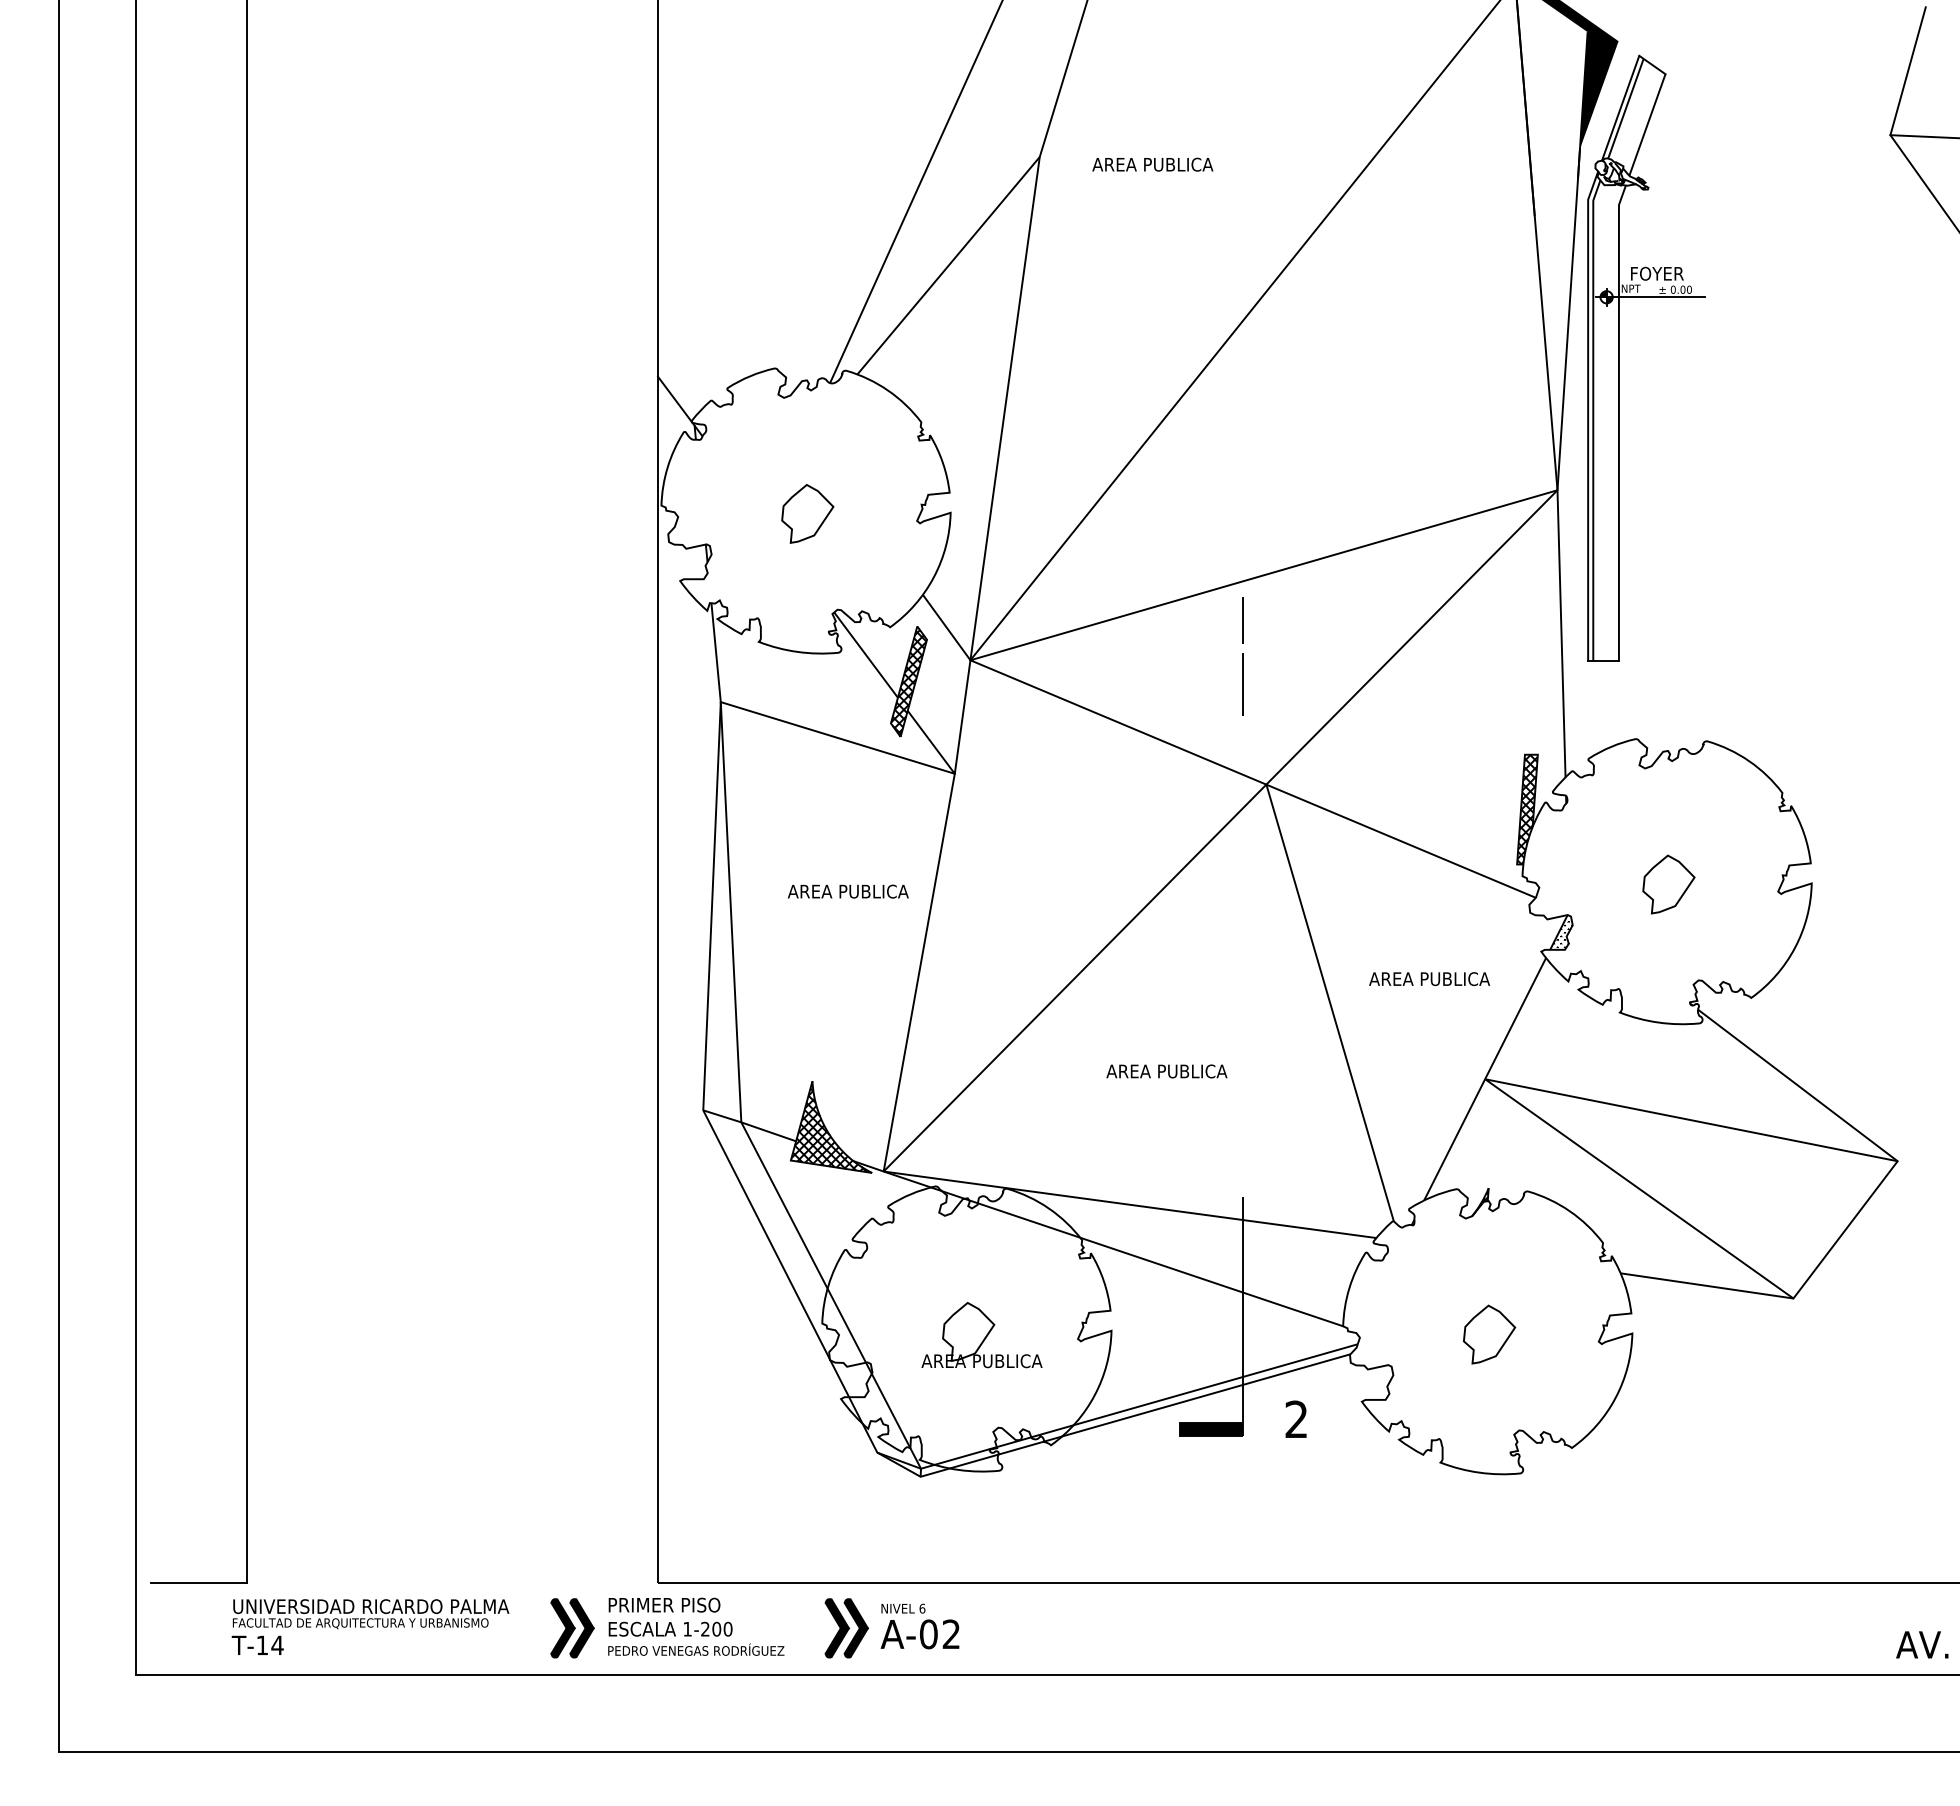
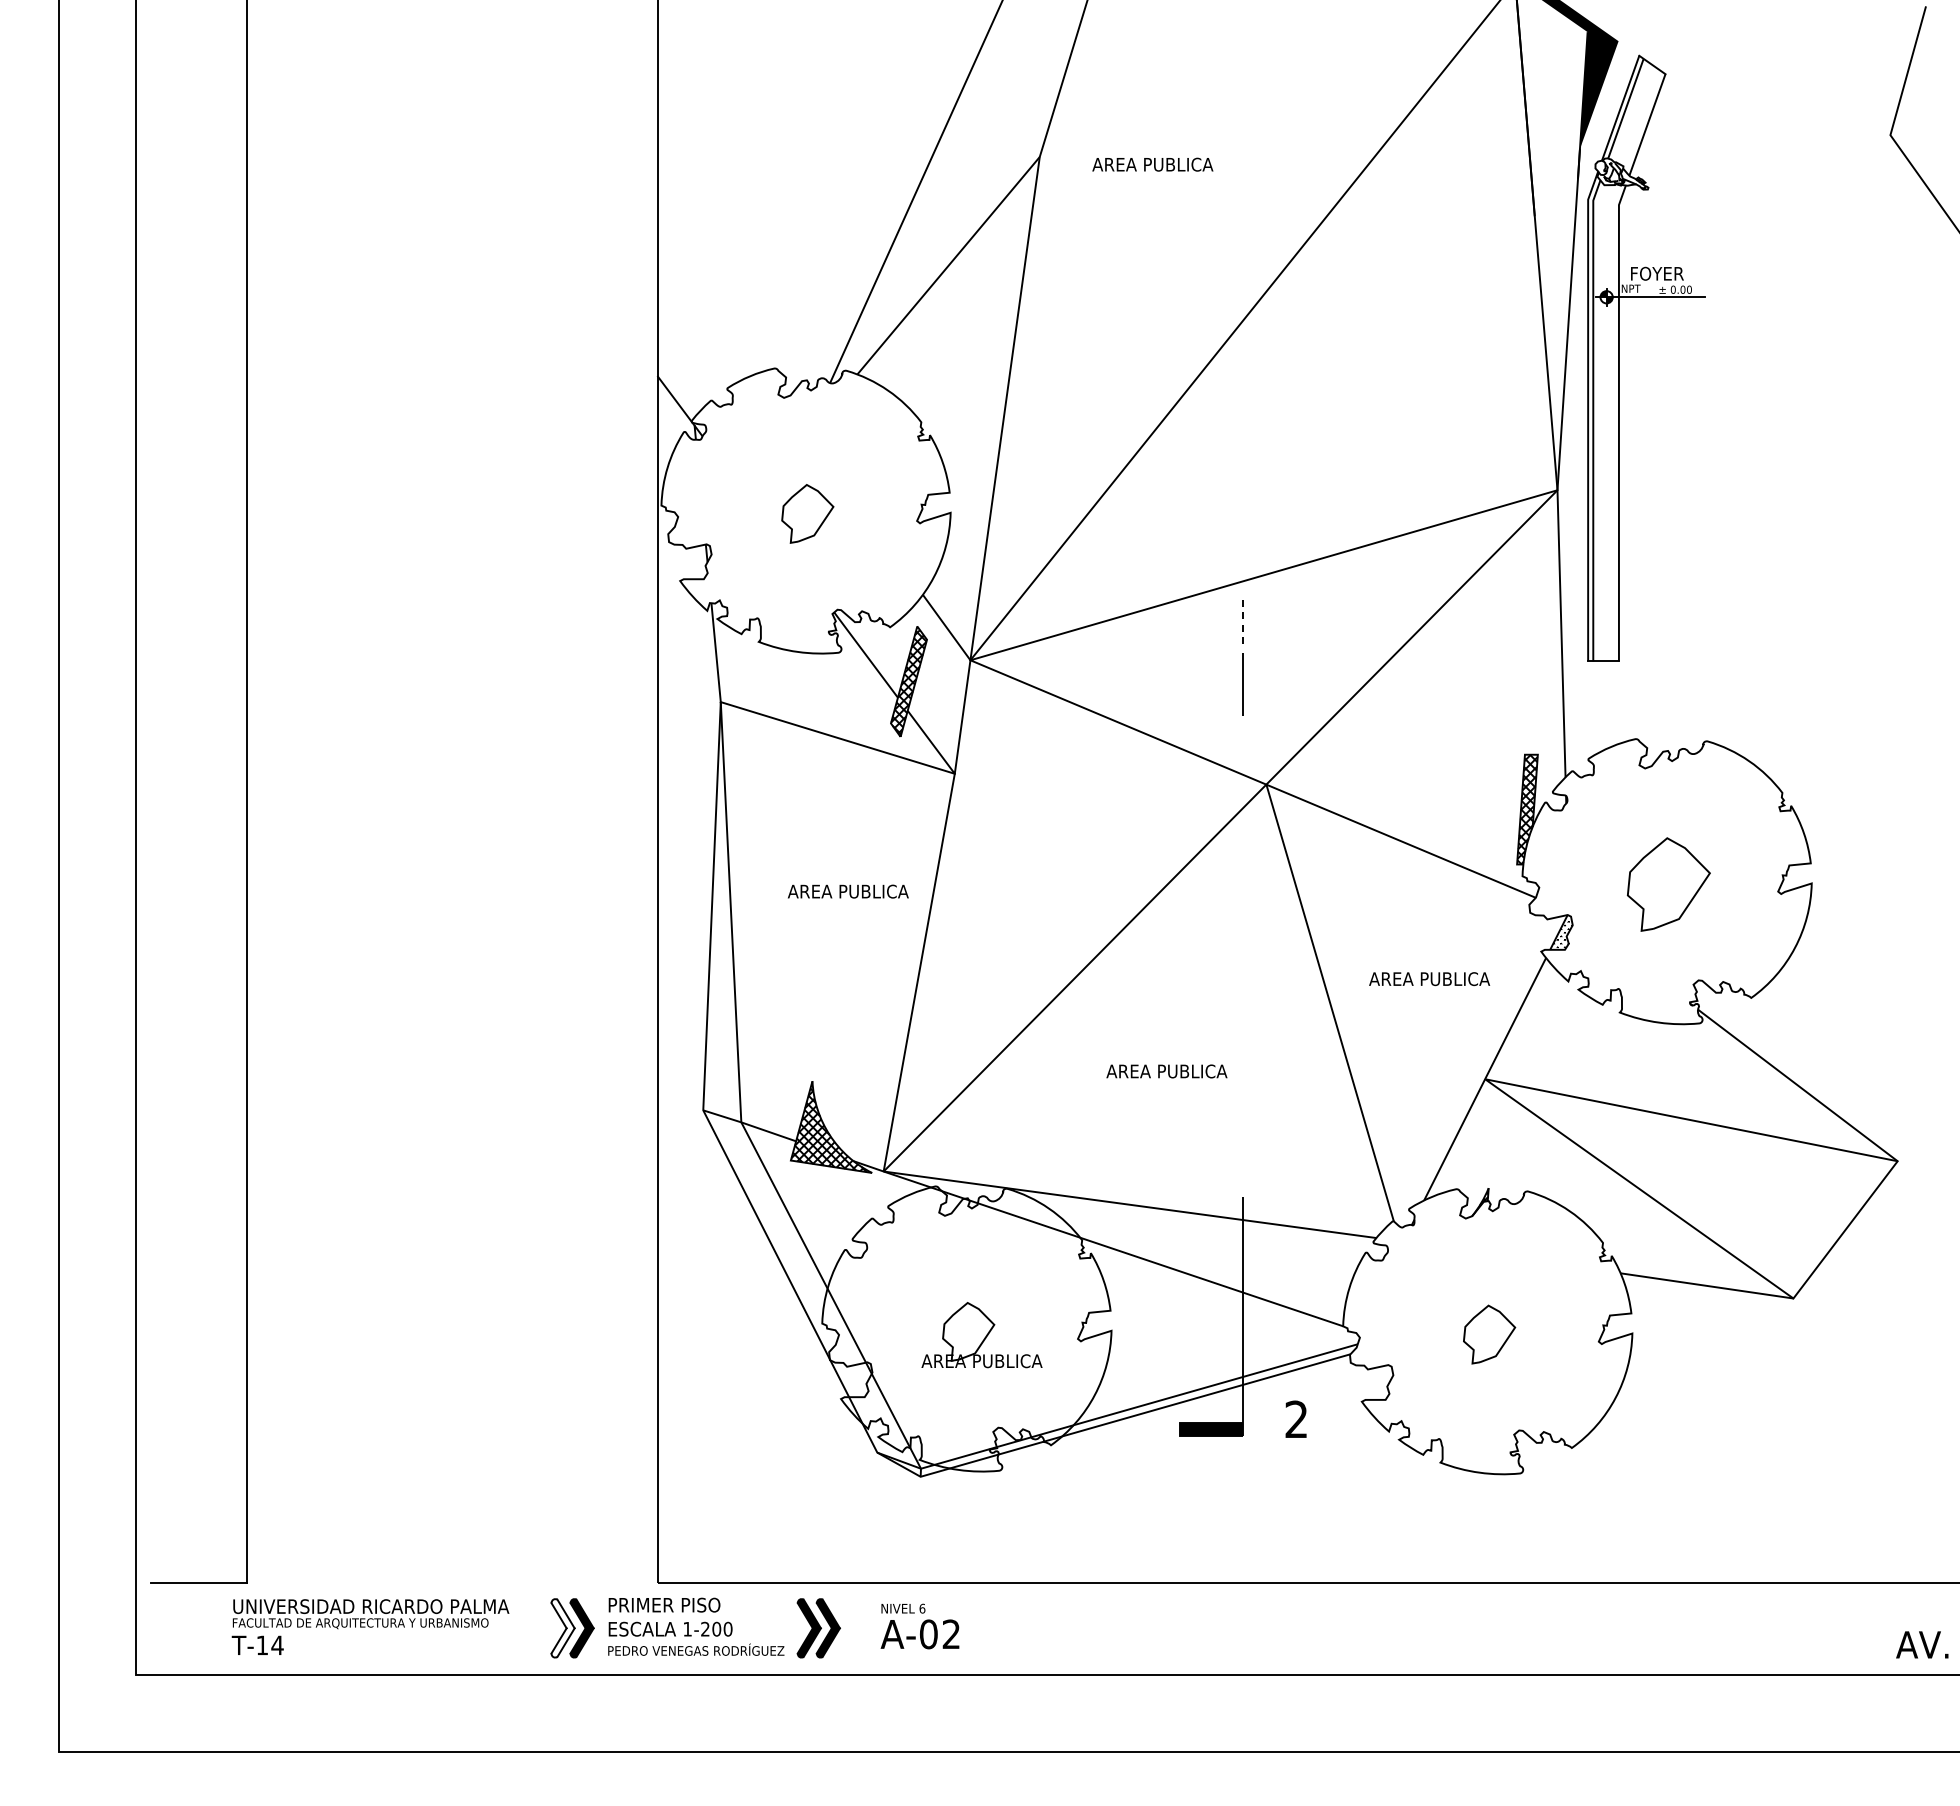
line at (1923, 136): present -> none
line at (1243, 620): solid -> dashed
part at (1668, 884) size: 54x61 px -> 85x95 px
fill at (562, 1628): present -> none
part at (846, 1628) position: (846, 1628) -> (818, 1628)
